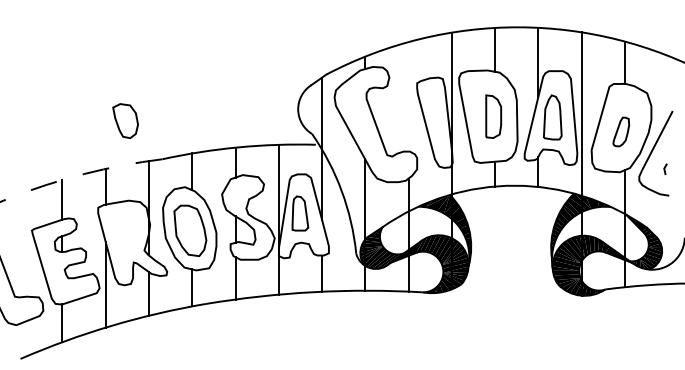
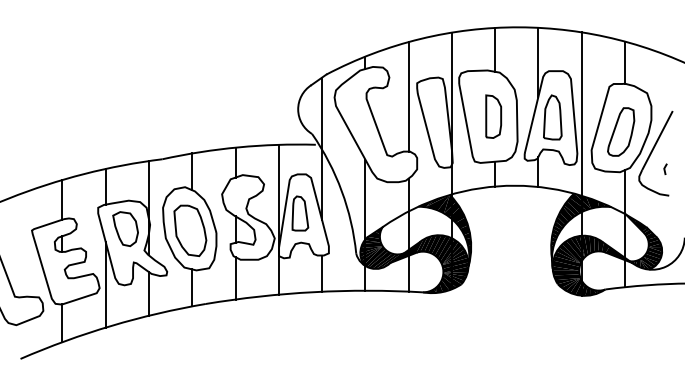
line at (408, 96): none -> present
part at (125, 121) position: (125, 121) -> (125, 229)
part at (621, 131) size: 19x32 px -> 29x50 px
arc at (79, 175): dashed -> solid
